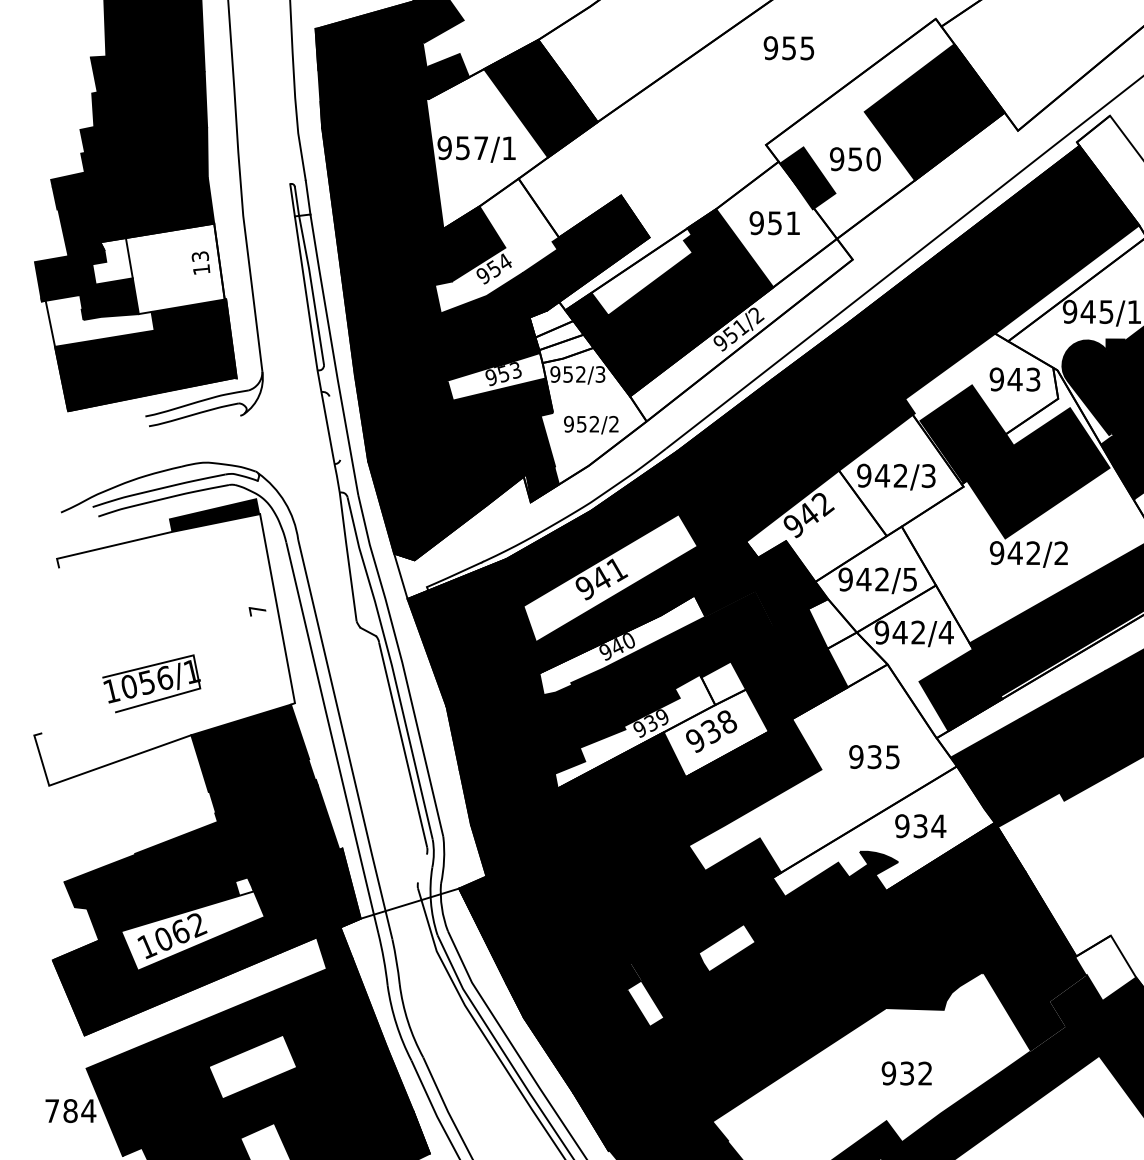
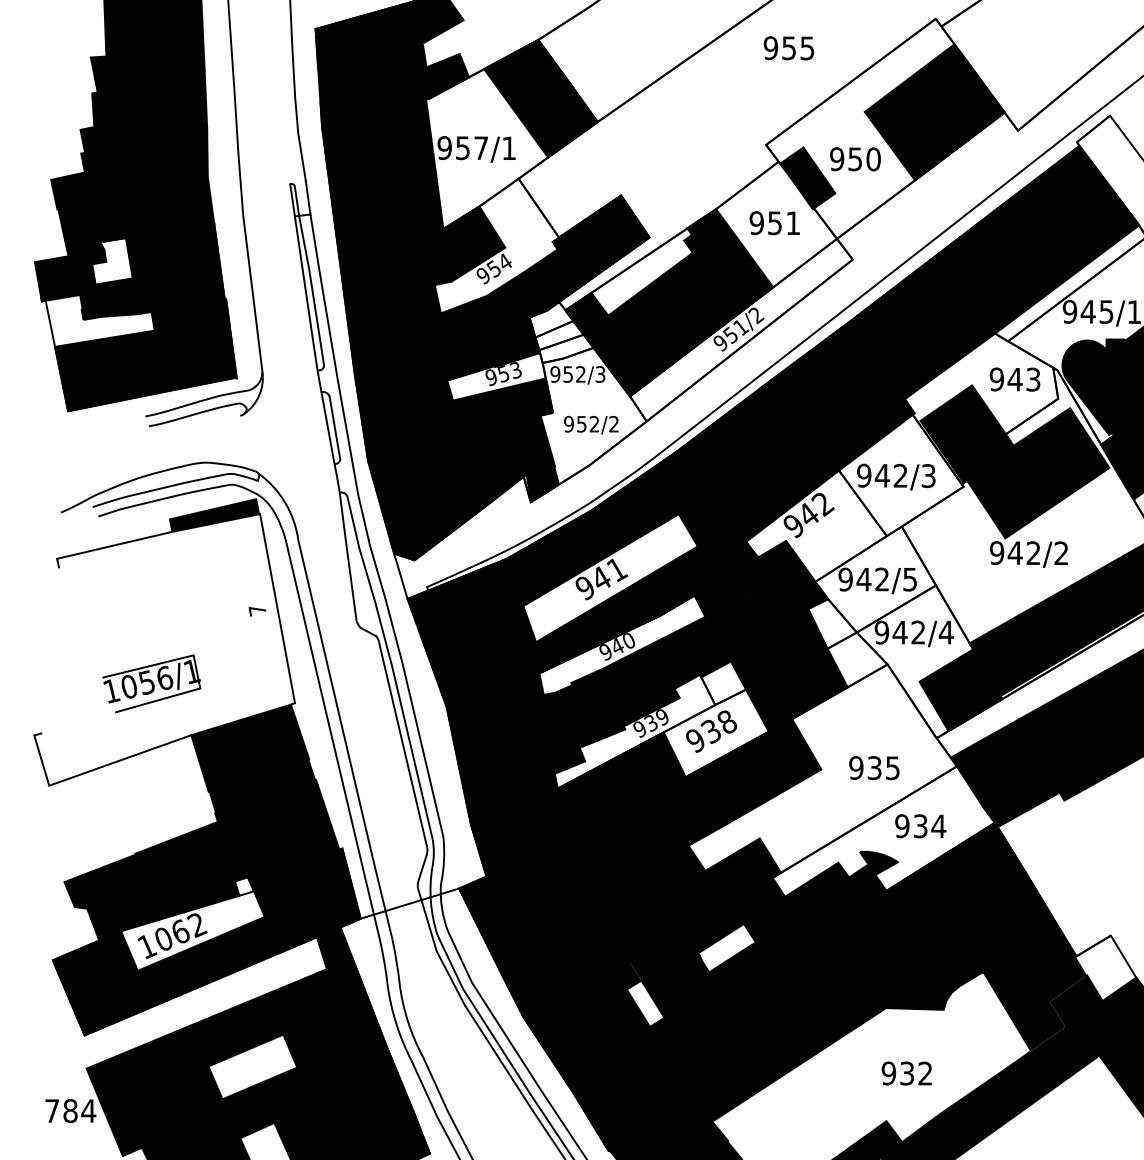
fill at (174, 268): none -> present
line at (334, 427): none -> present
text at (874, 757) position: (874, 757) -> (874, 768)
line at (422, 868): none -> present
